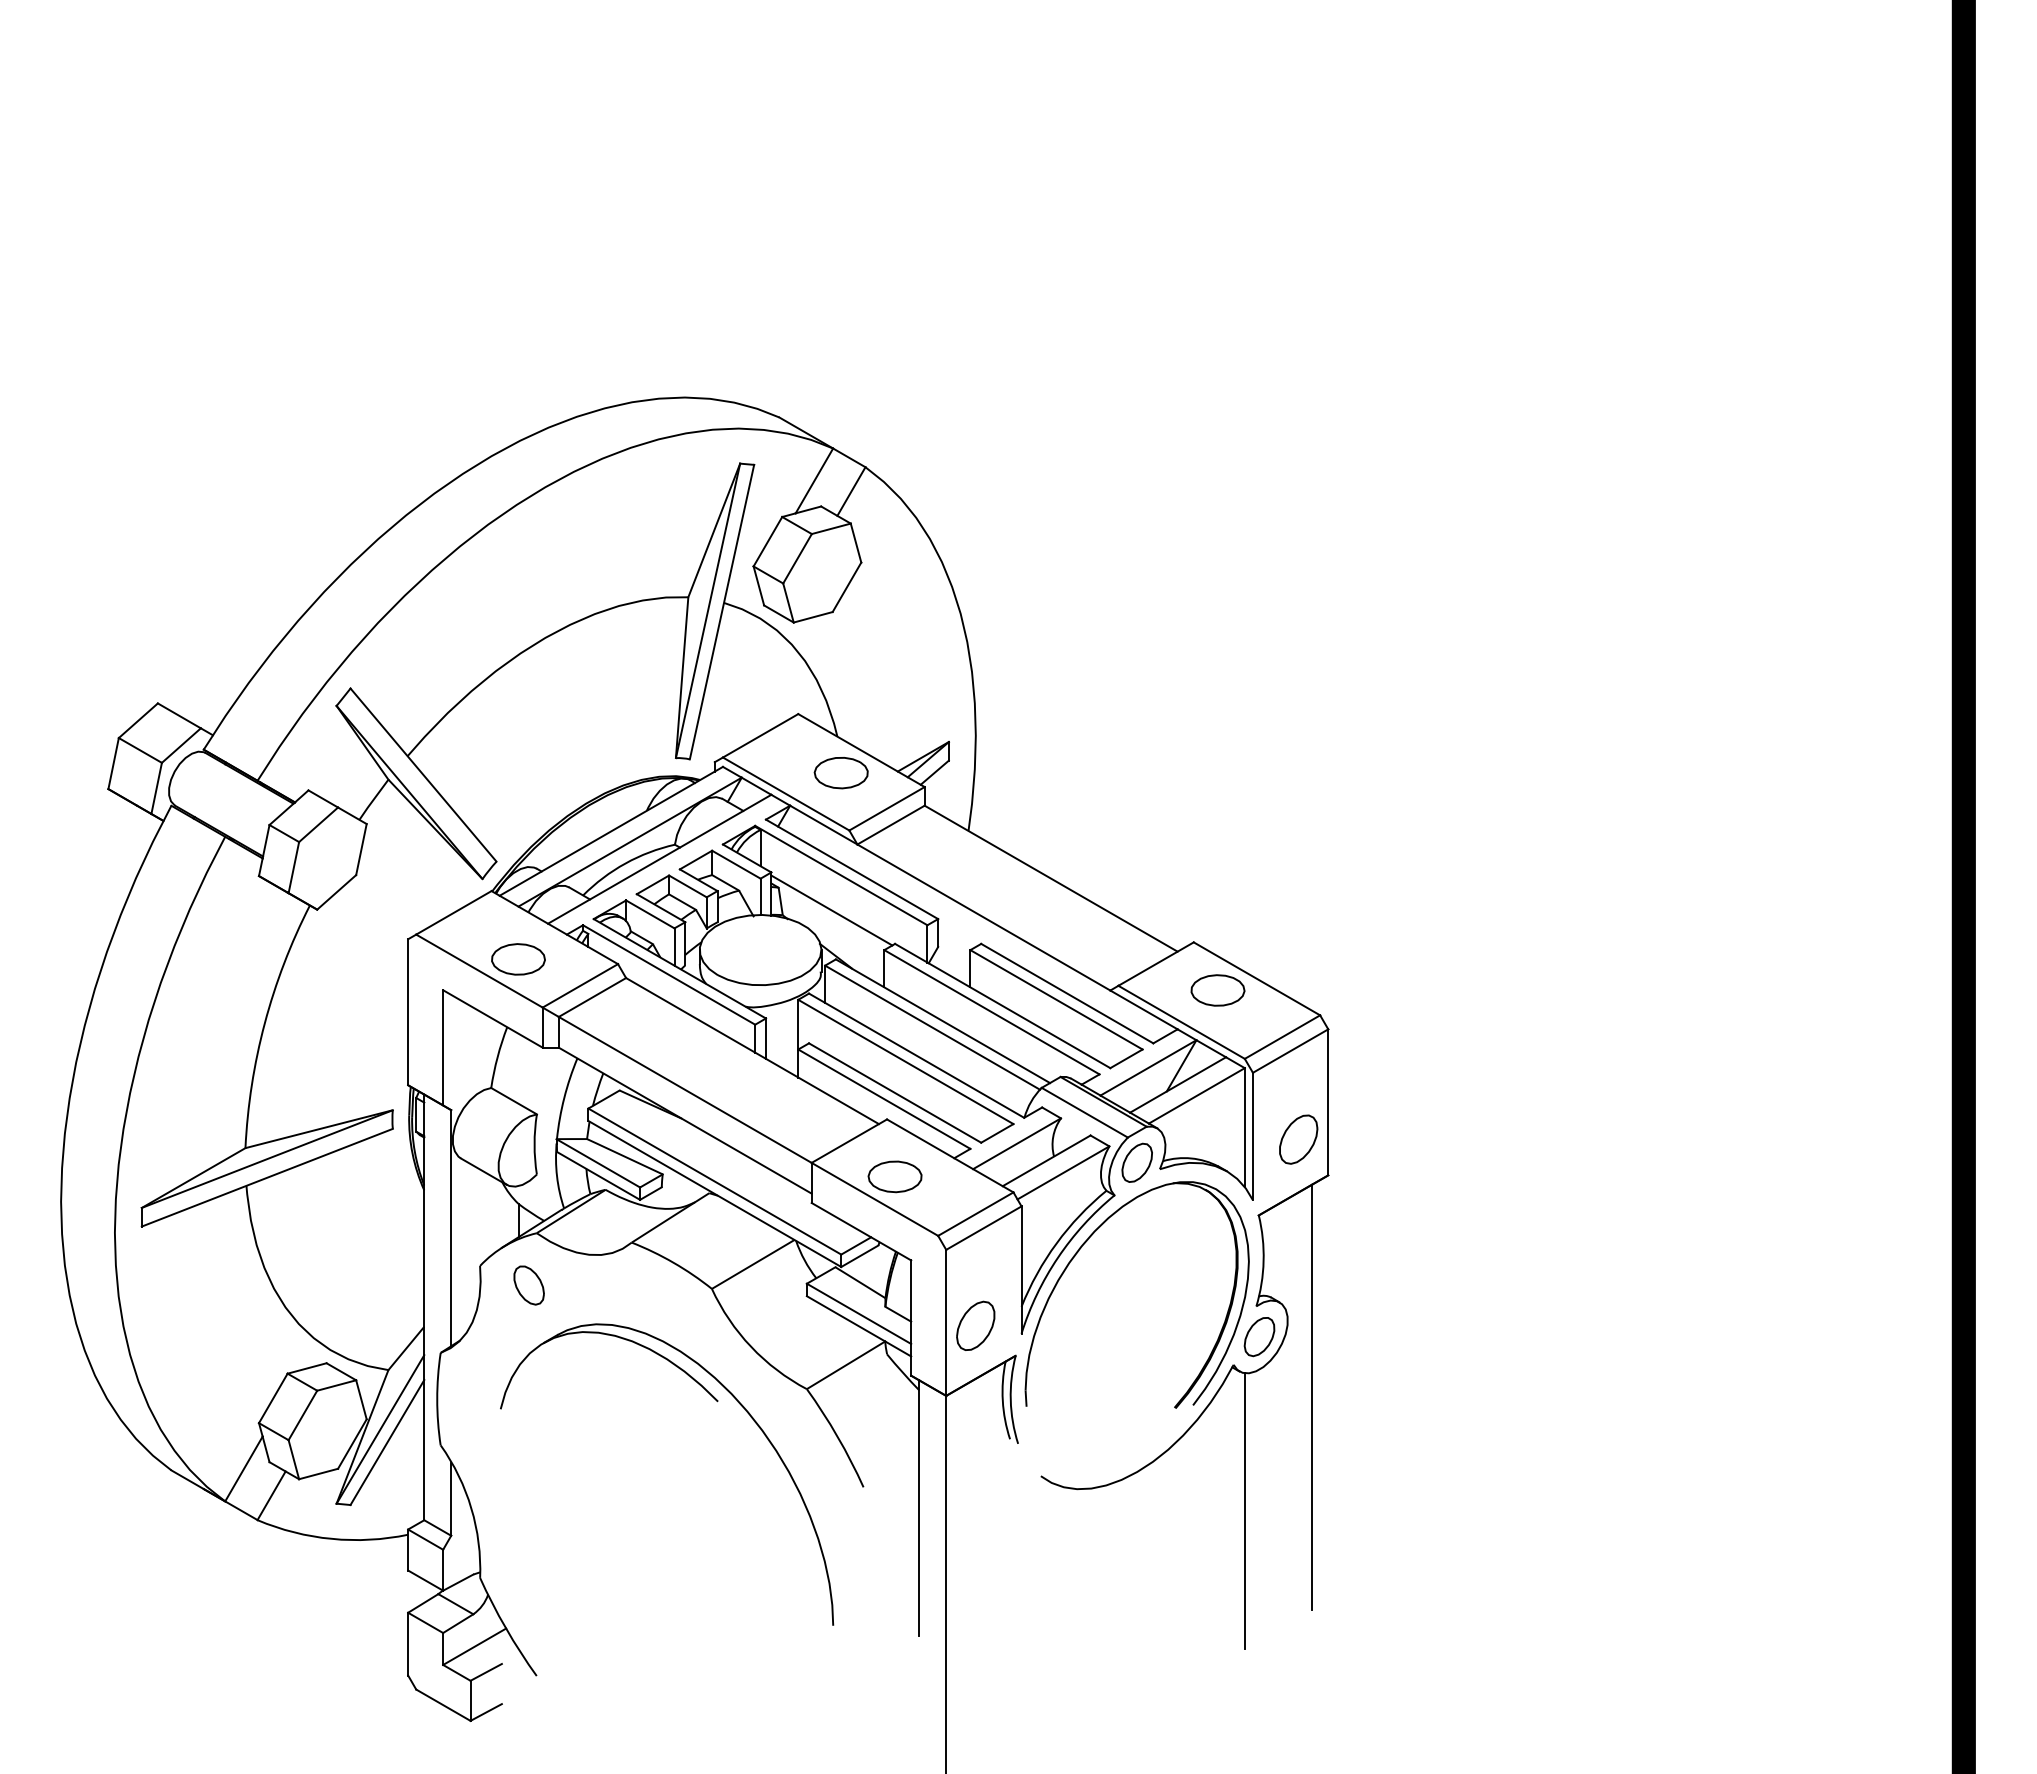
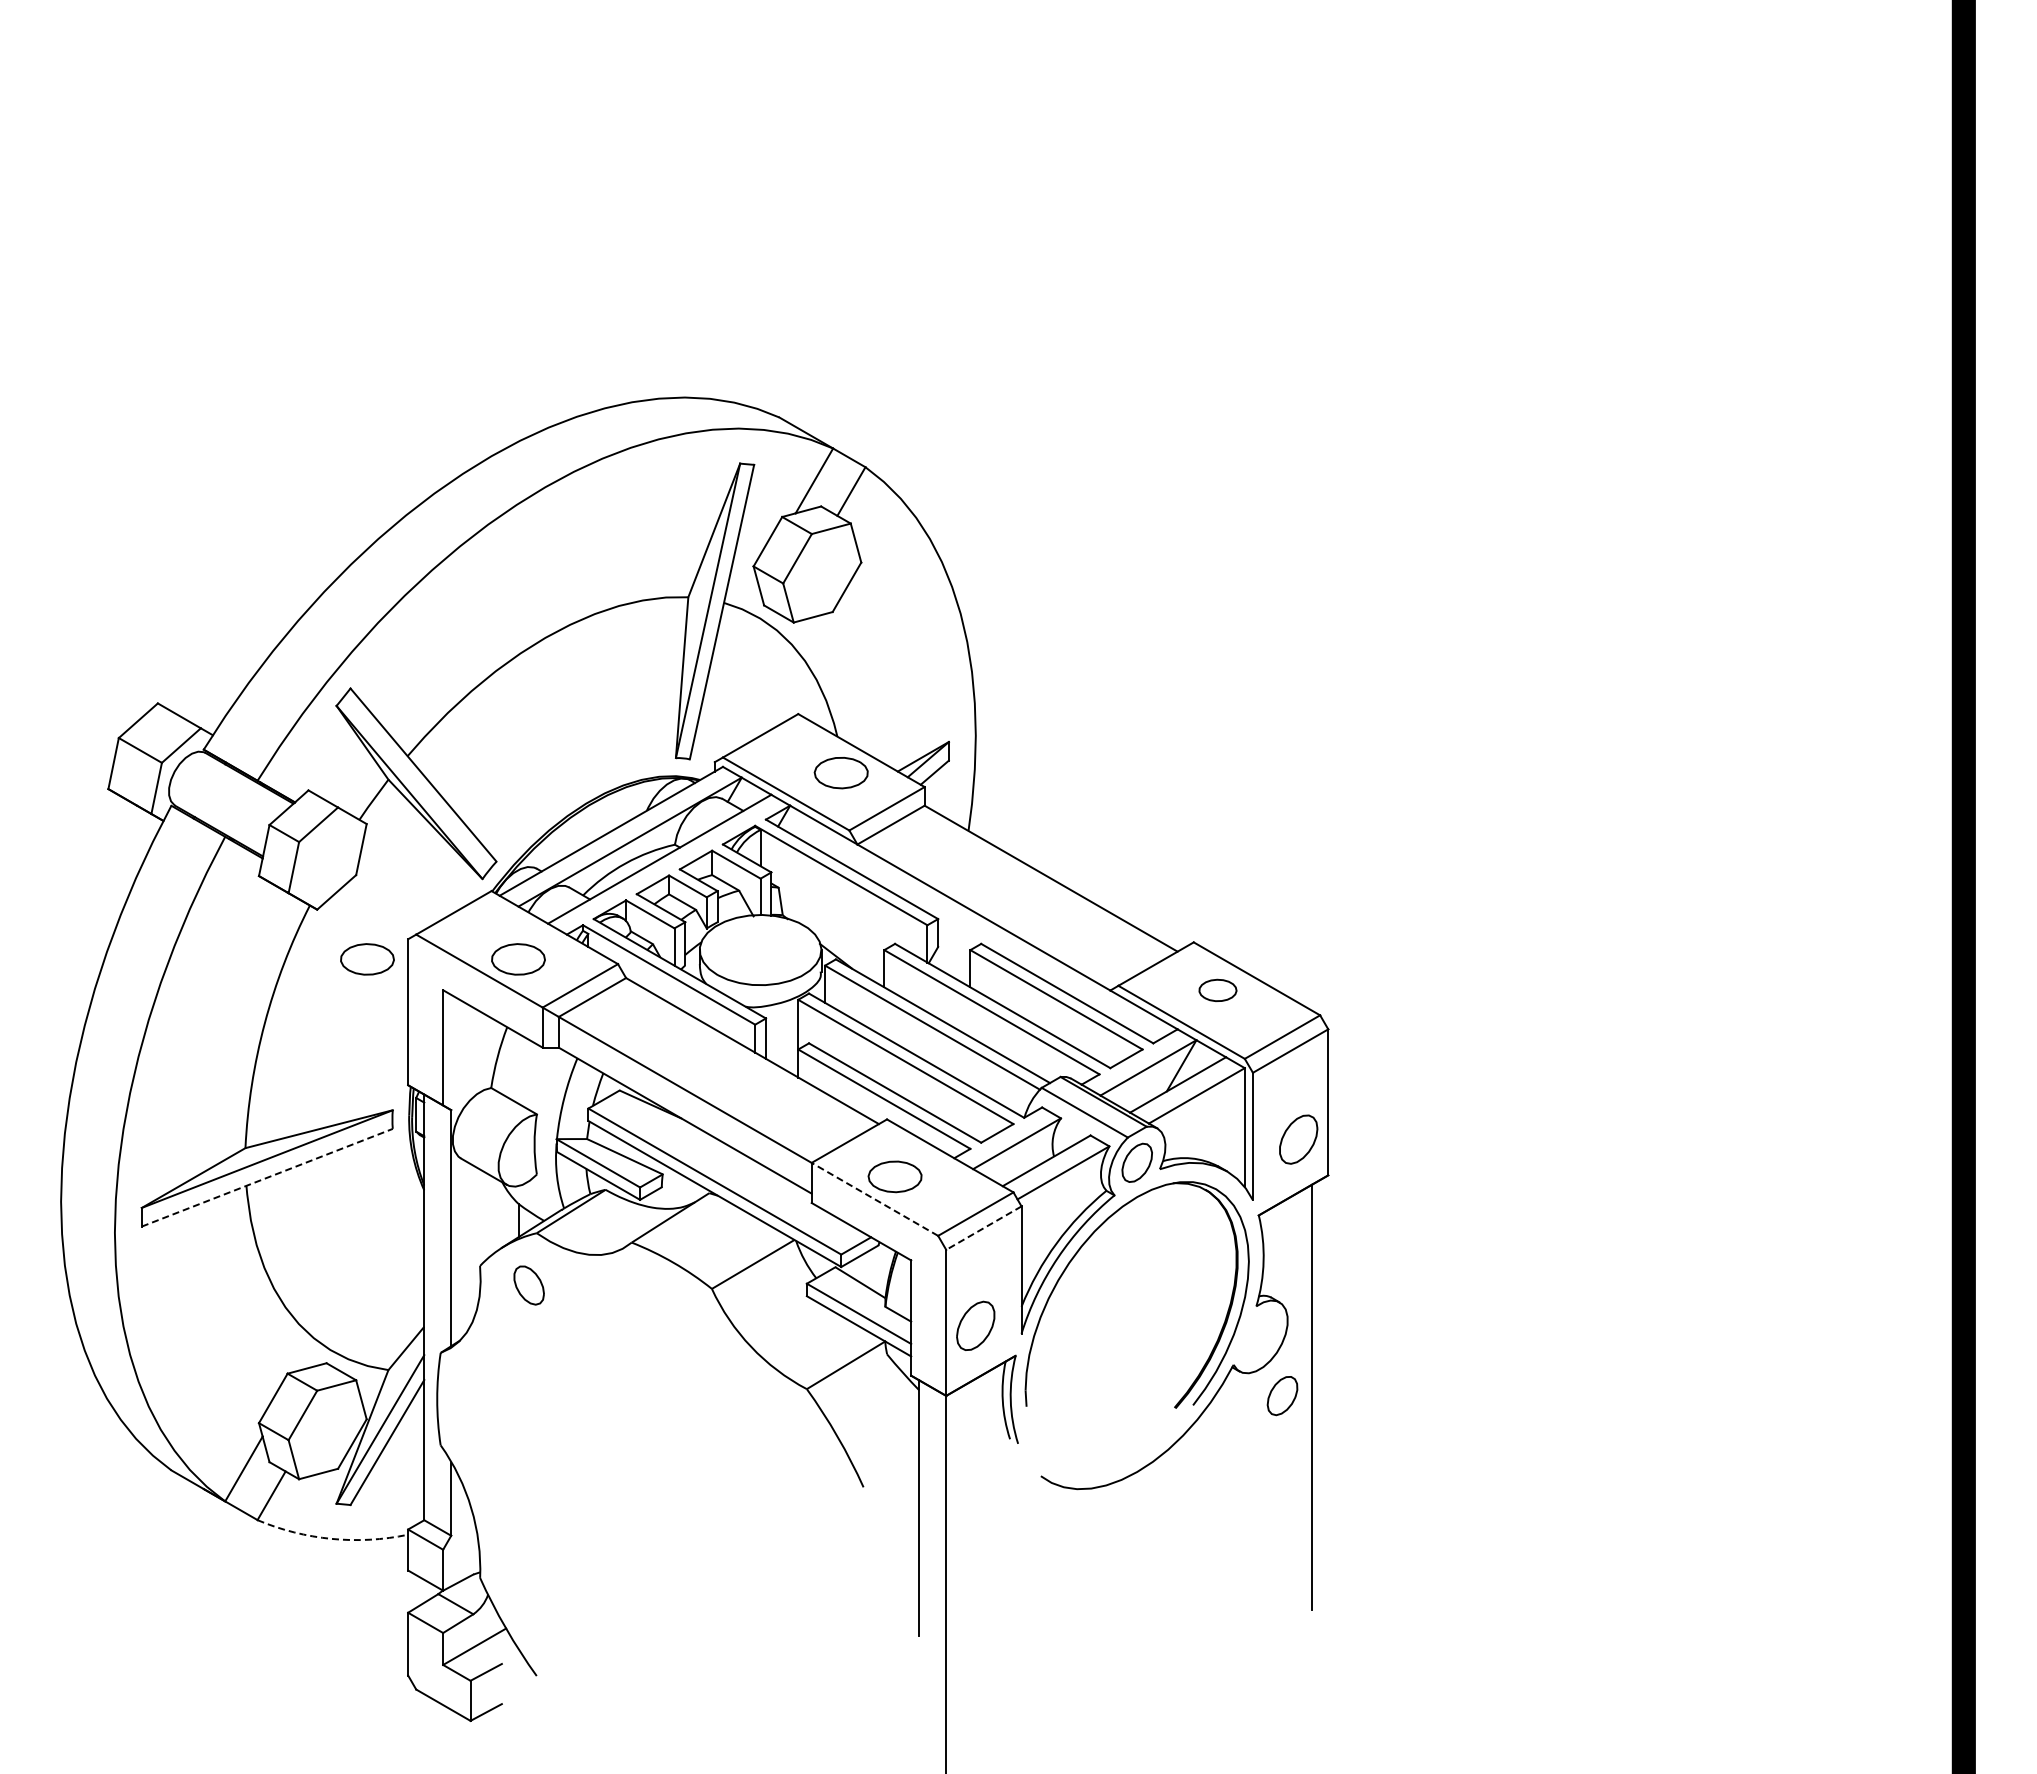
line at (831, 910): present -> none
part at (367, 959): none -> present
part at (1217, 990) size: 56x33 px -> 40x24 px
line at (267, 1177): solid -> dashed
line at (874, 1199): solid -> dashed
line at (983, 1228): solid -> dashed
part at (1259, 1337) position: (1259, 1337) -> (1282, 1396)
part at (717, 1402): present -> none
line at (1244, 1511): present -> none
arc at (331, 1538): solid -> dashed
